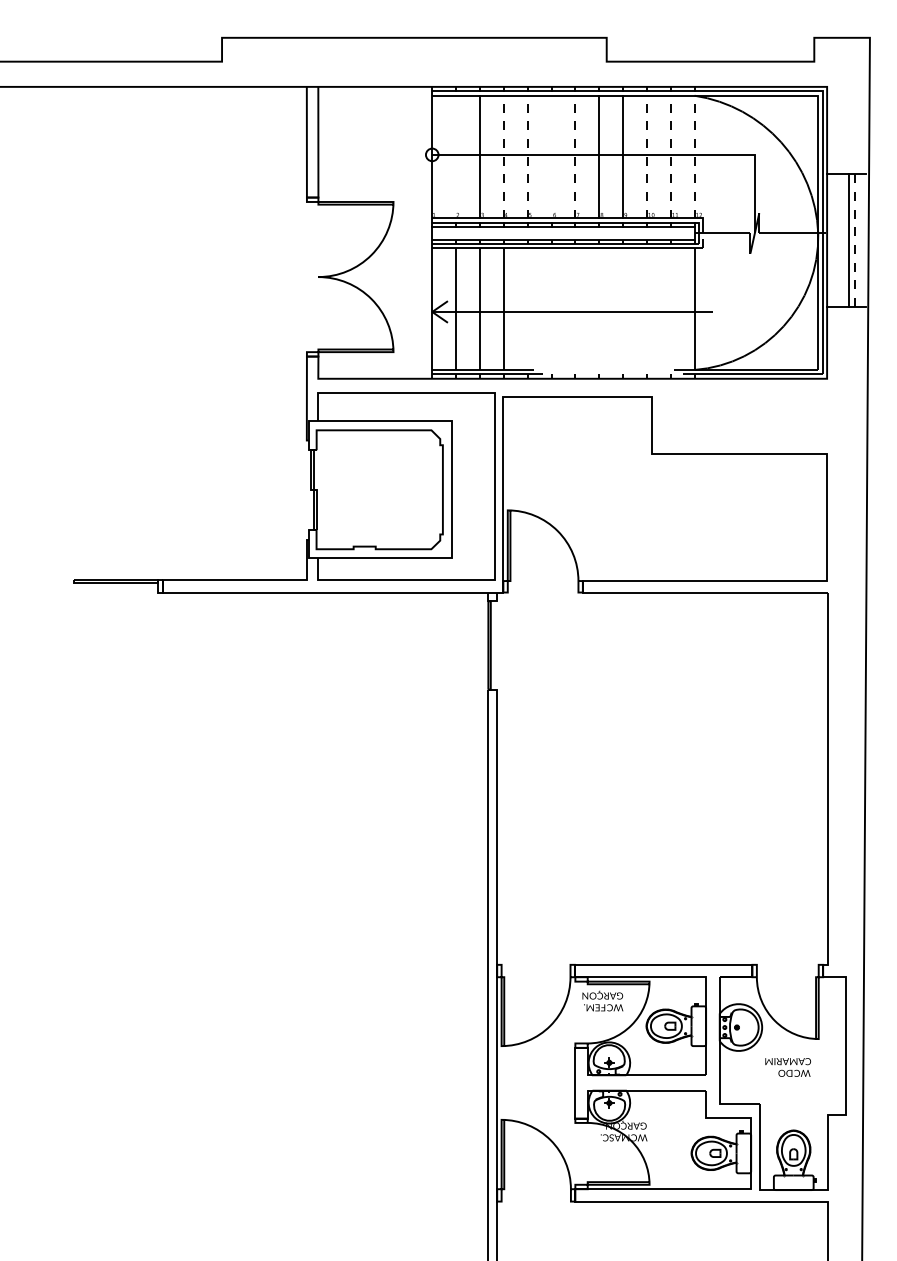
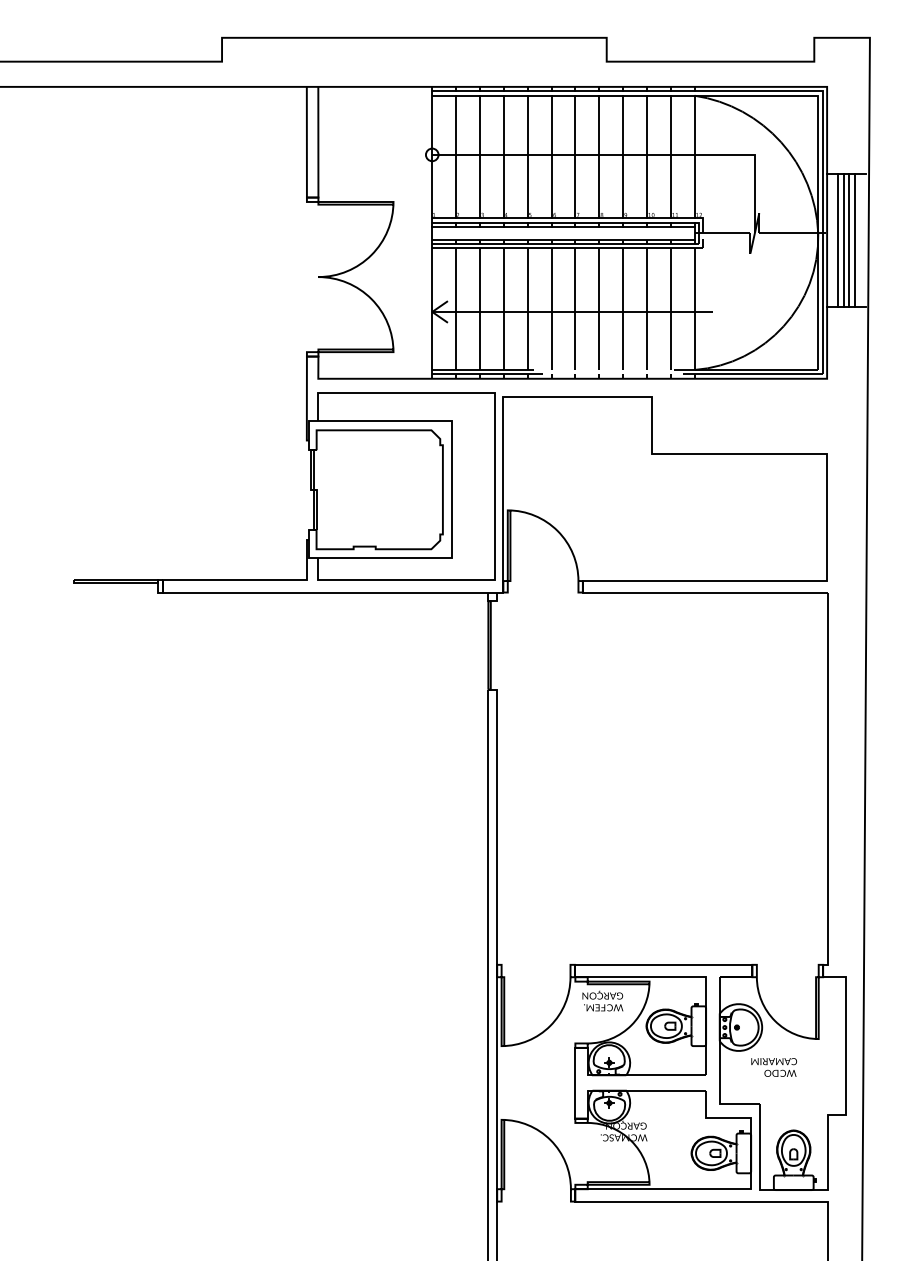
line at (456, 156): none -> present
line at (503, 156): dashed -> solid
line at (527, 156): dashed -> solid
line at (551, 156): none -> present
line at (575, 156): dashed -> solid
line at (646, 156): dashed -> solid
line at (670, 156): dashed -> solid
line at (694, 156): dashed -> solid
line at (837, 240): none -> present
line at (844, 240): none -> present
line at (855, 240): dashed -> solid
line at (527, 308): none -> present
line at (551, 308): none -> present
line at (575, 308): none -> present
line at (599, 308): none -> present
line at (623, 308): none -> present
line at (646, 308): none -> present
line at (670, 308): none -> present
text at (787, 1067) position: (787, 1067) -> (773, 1067)
